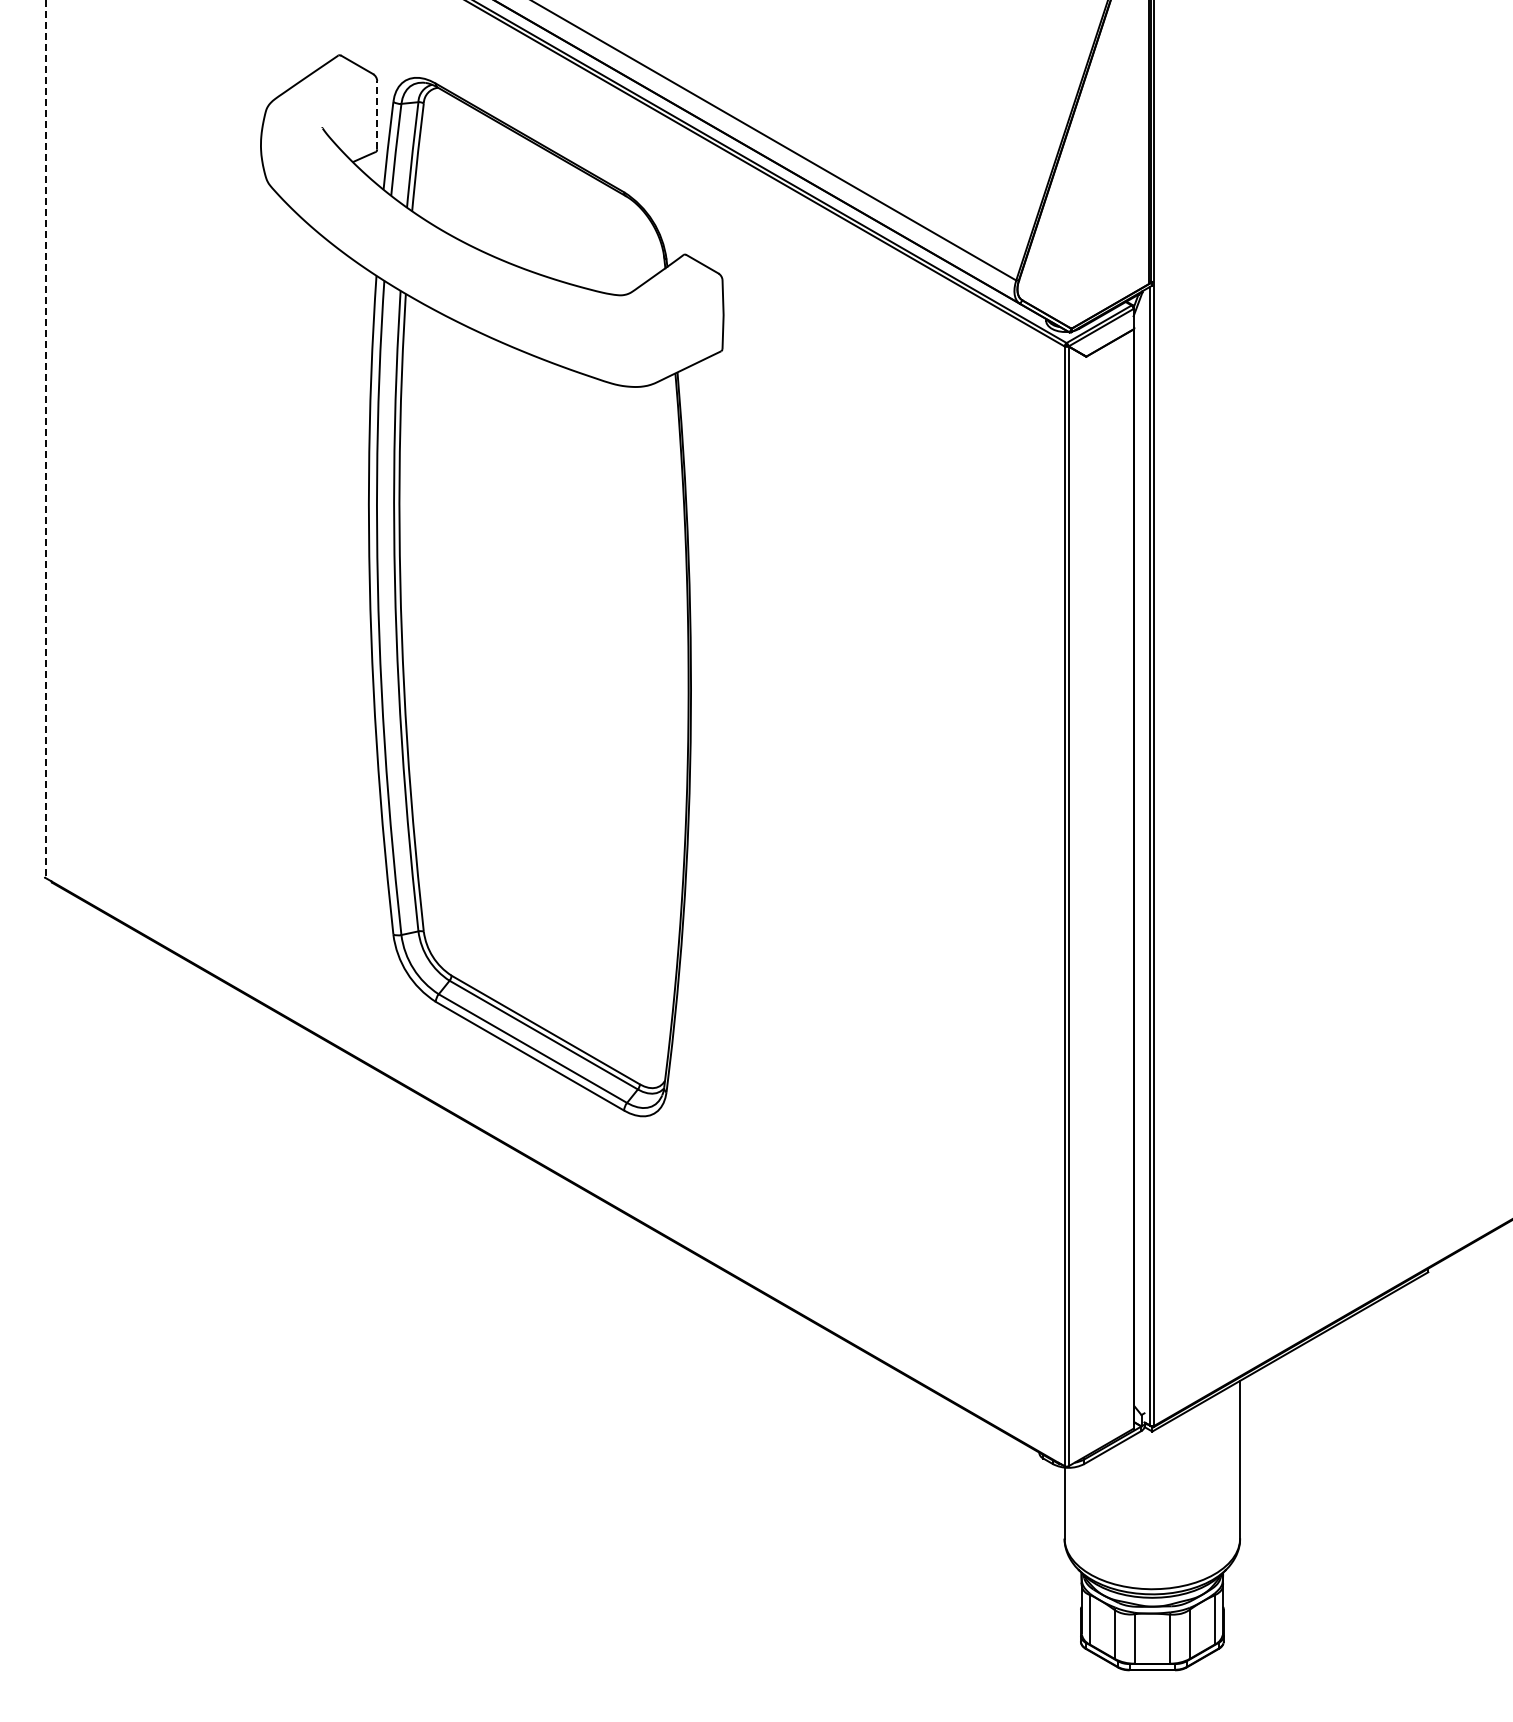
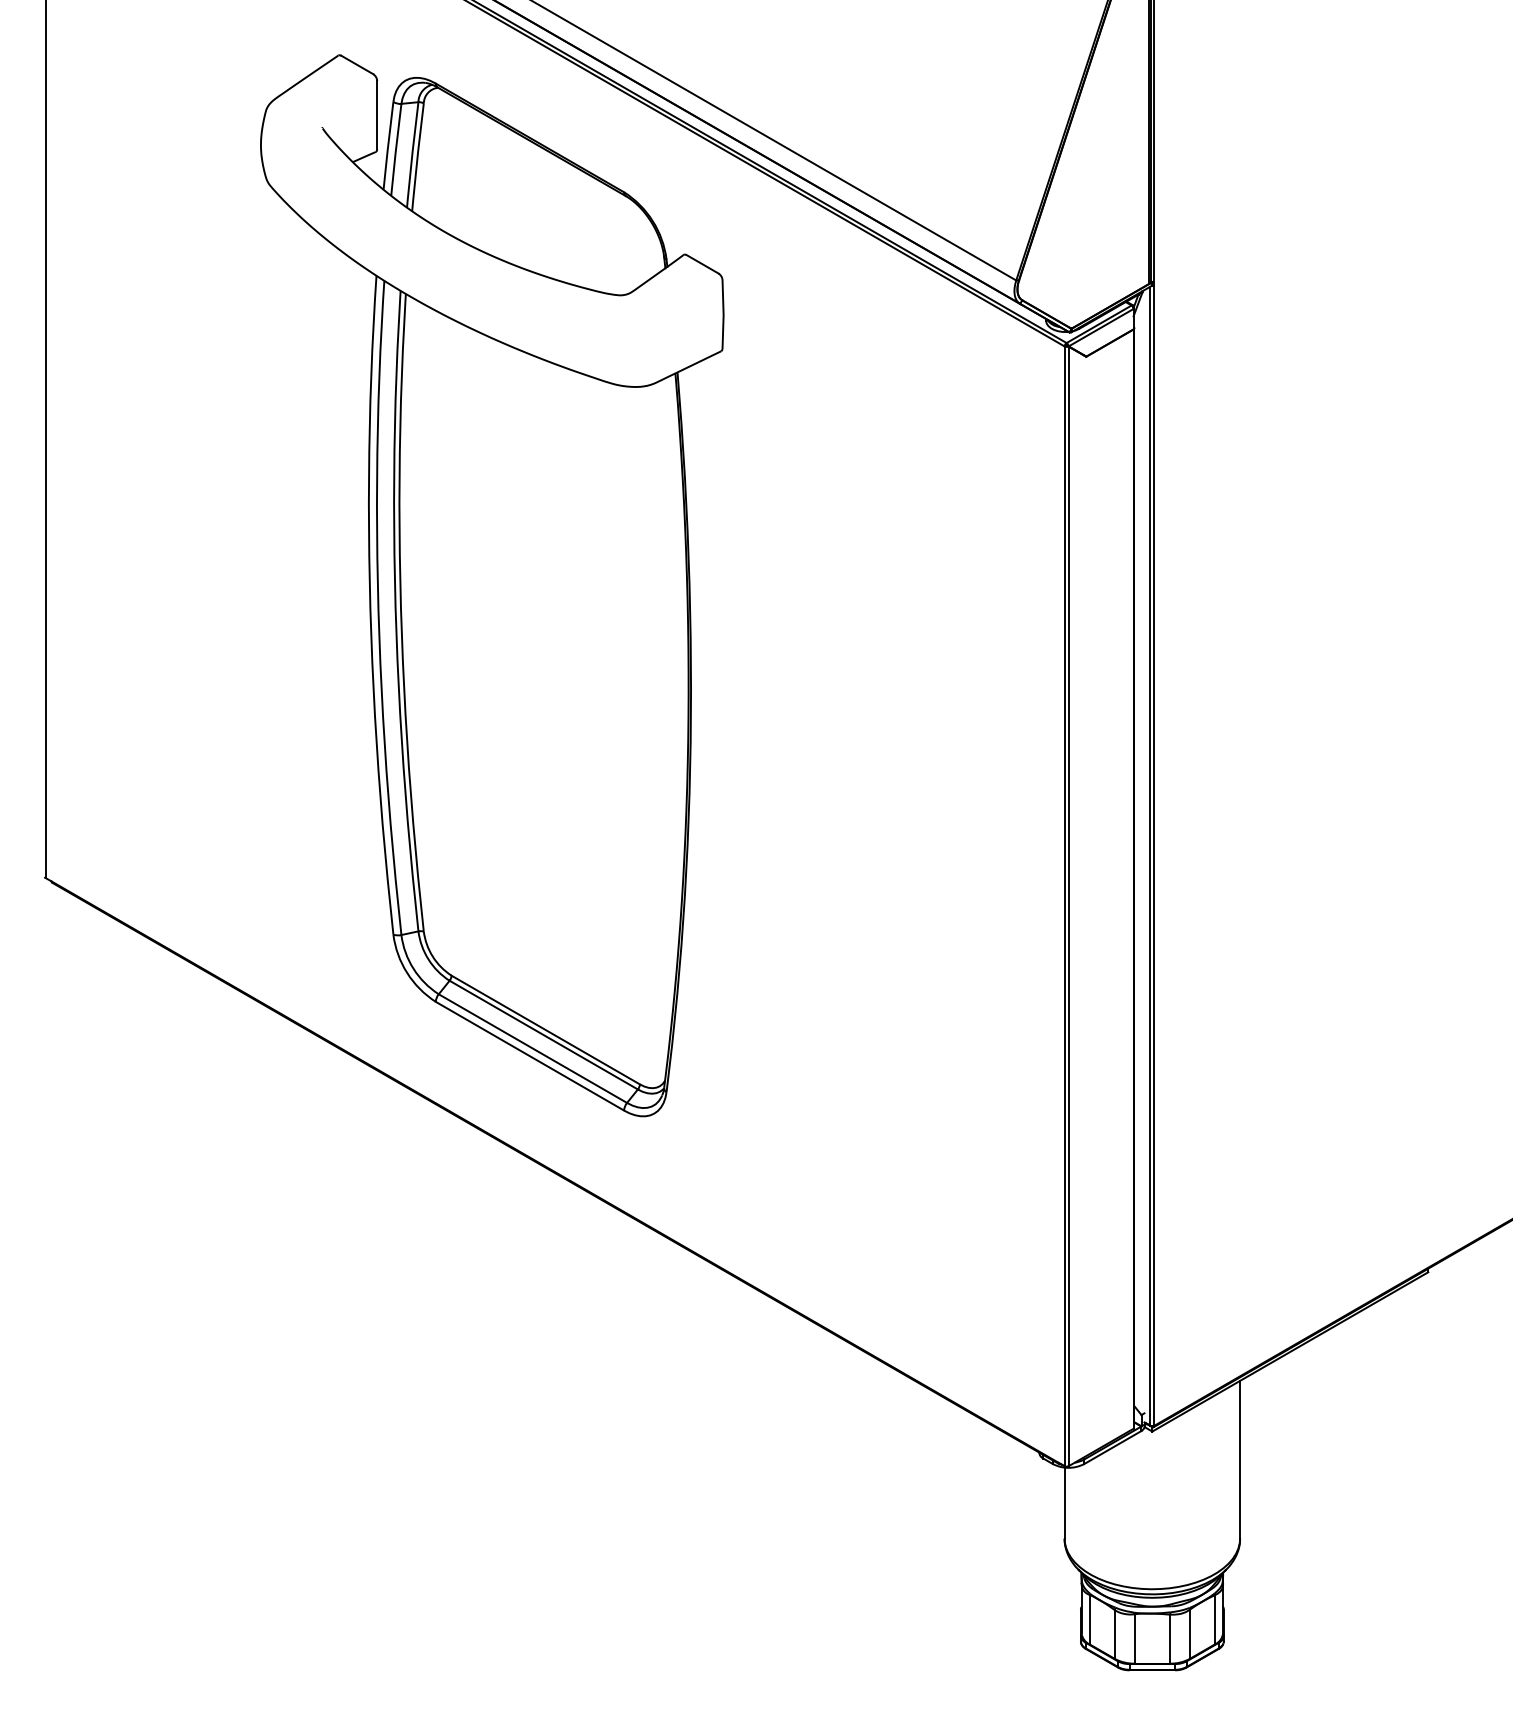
line at (377, 114): dashed -> solid
line at (45, 439): dashed -> solid
